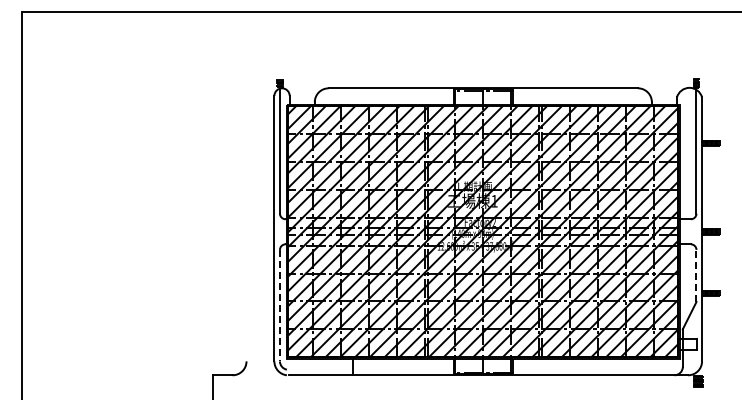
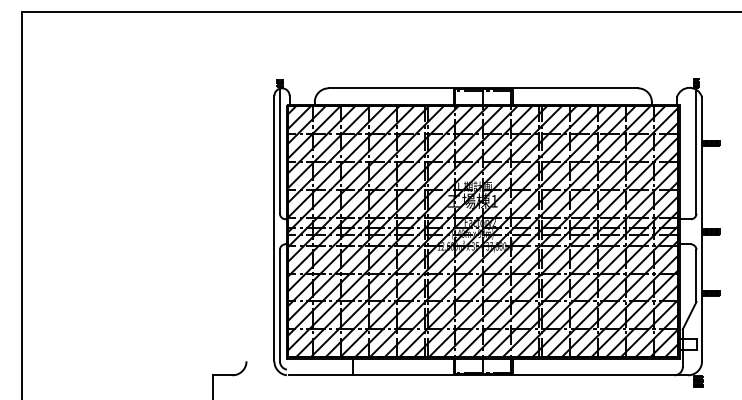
line at (696, 275): dashed -> solid
line at (279, 305): dashed -> solid
